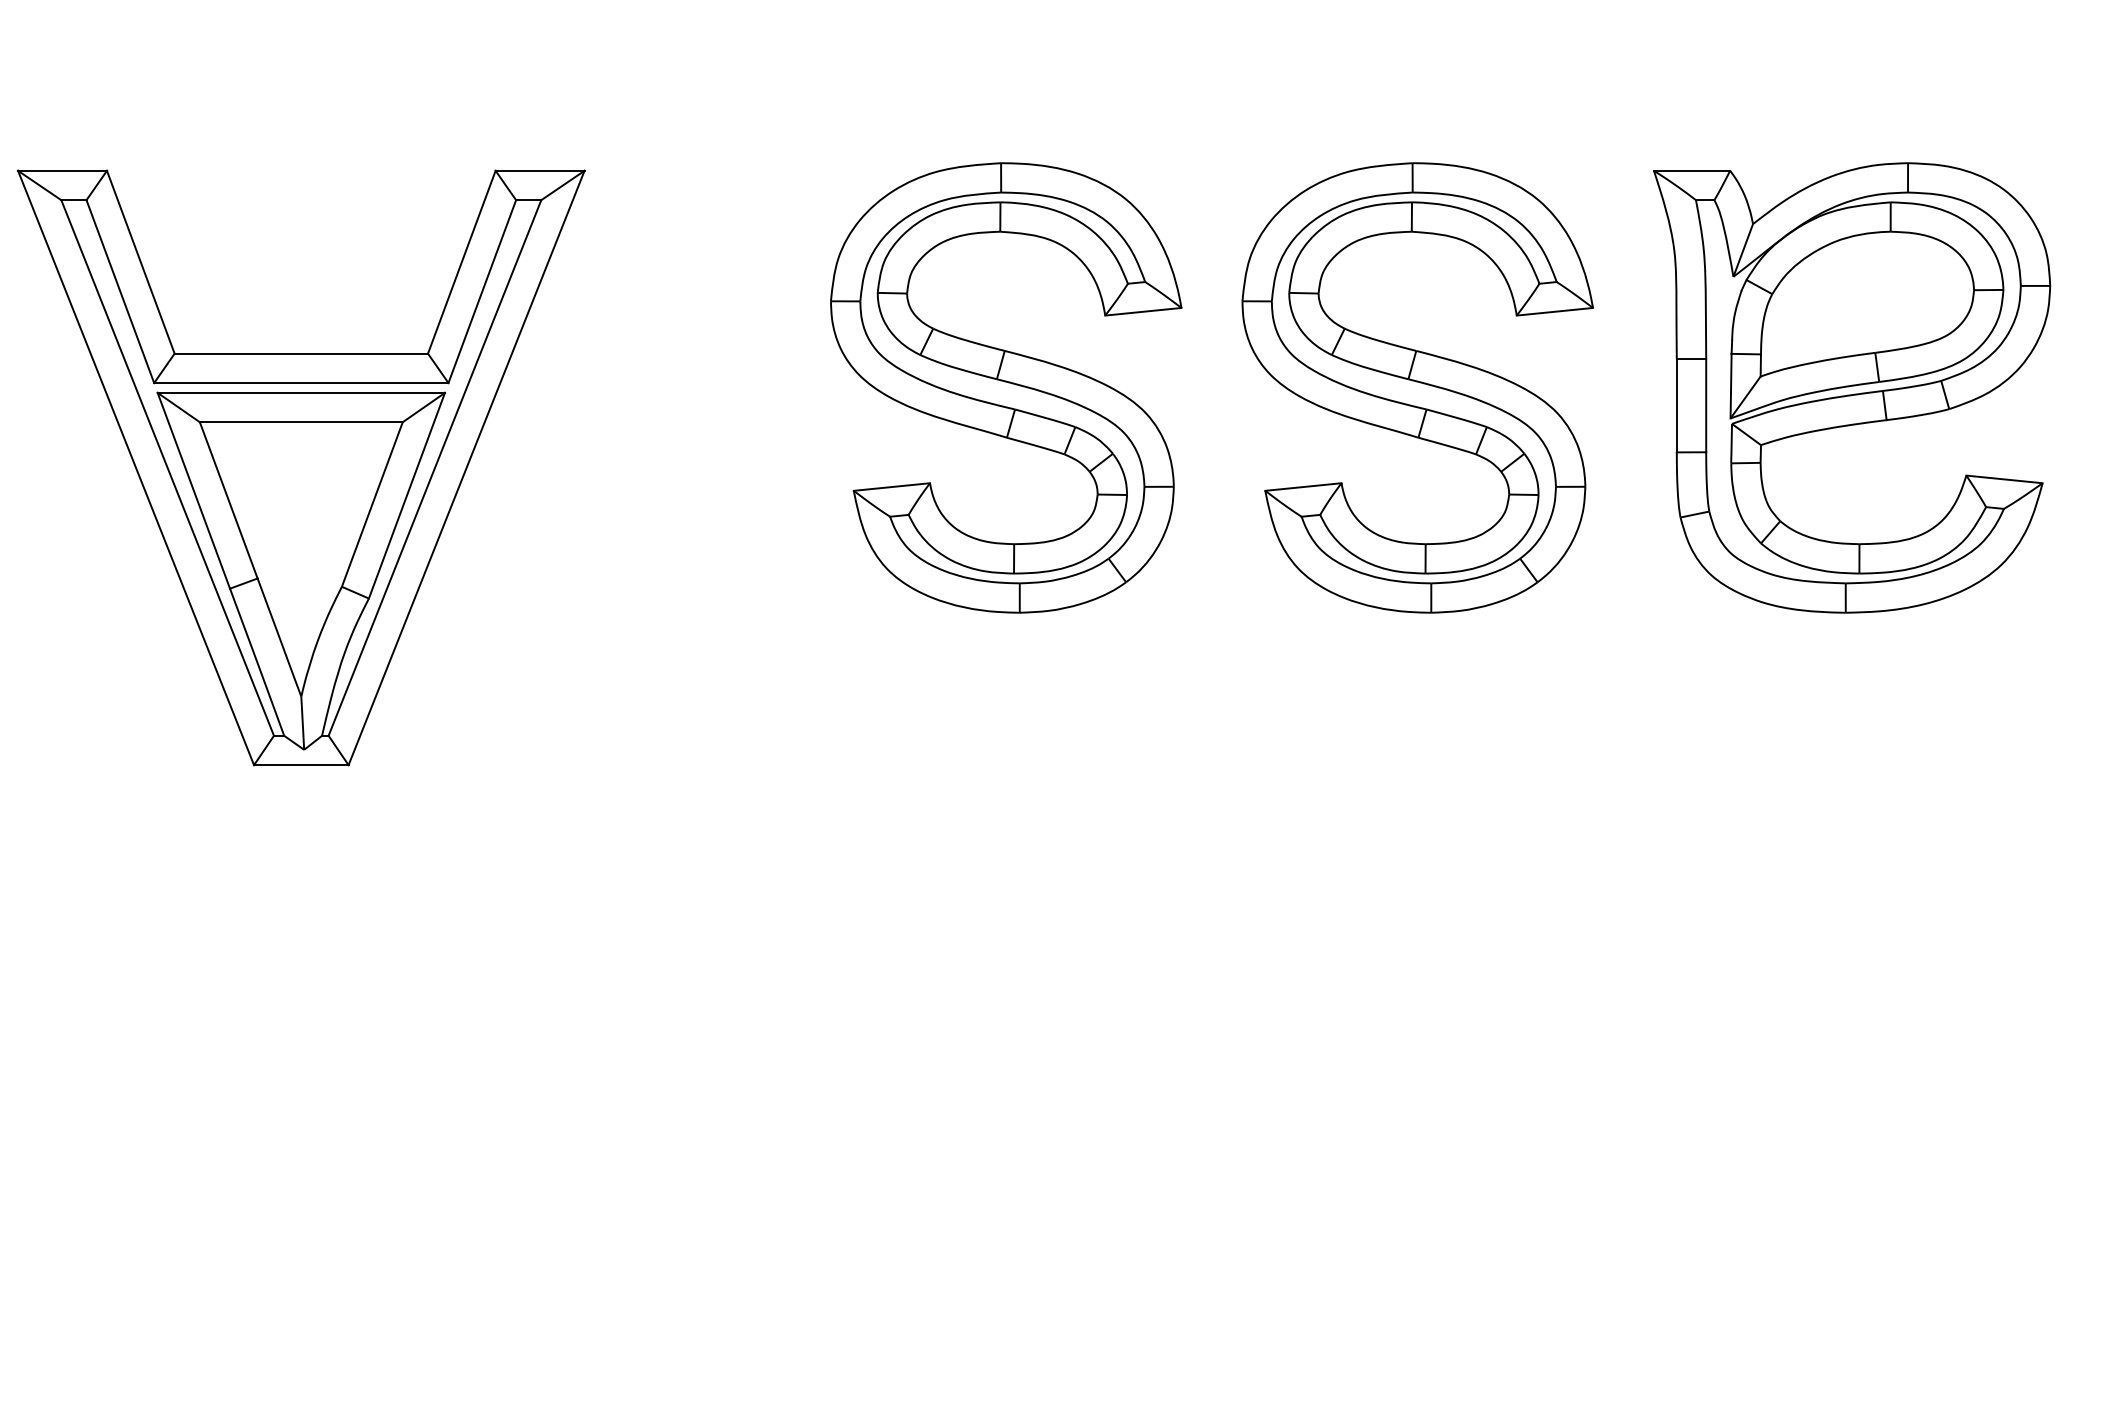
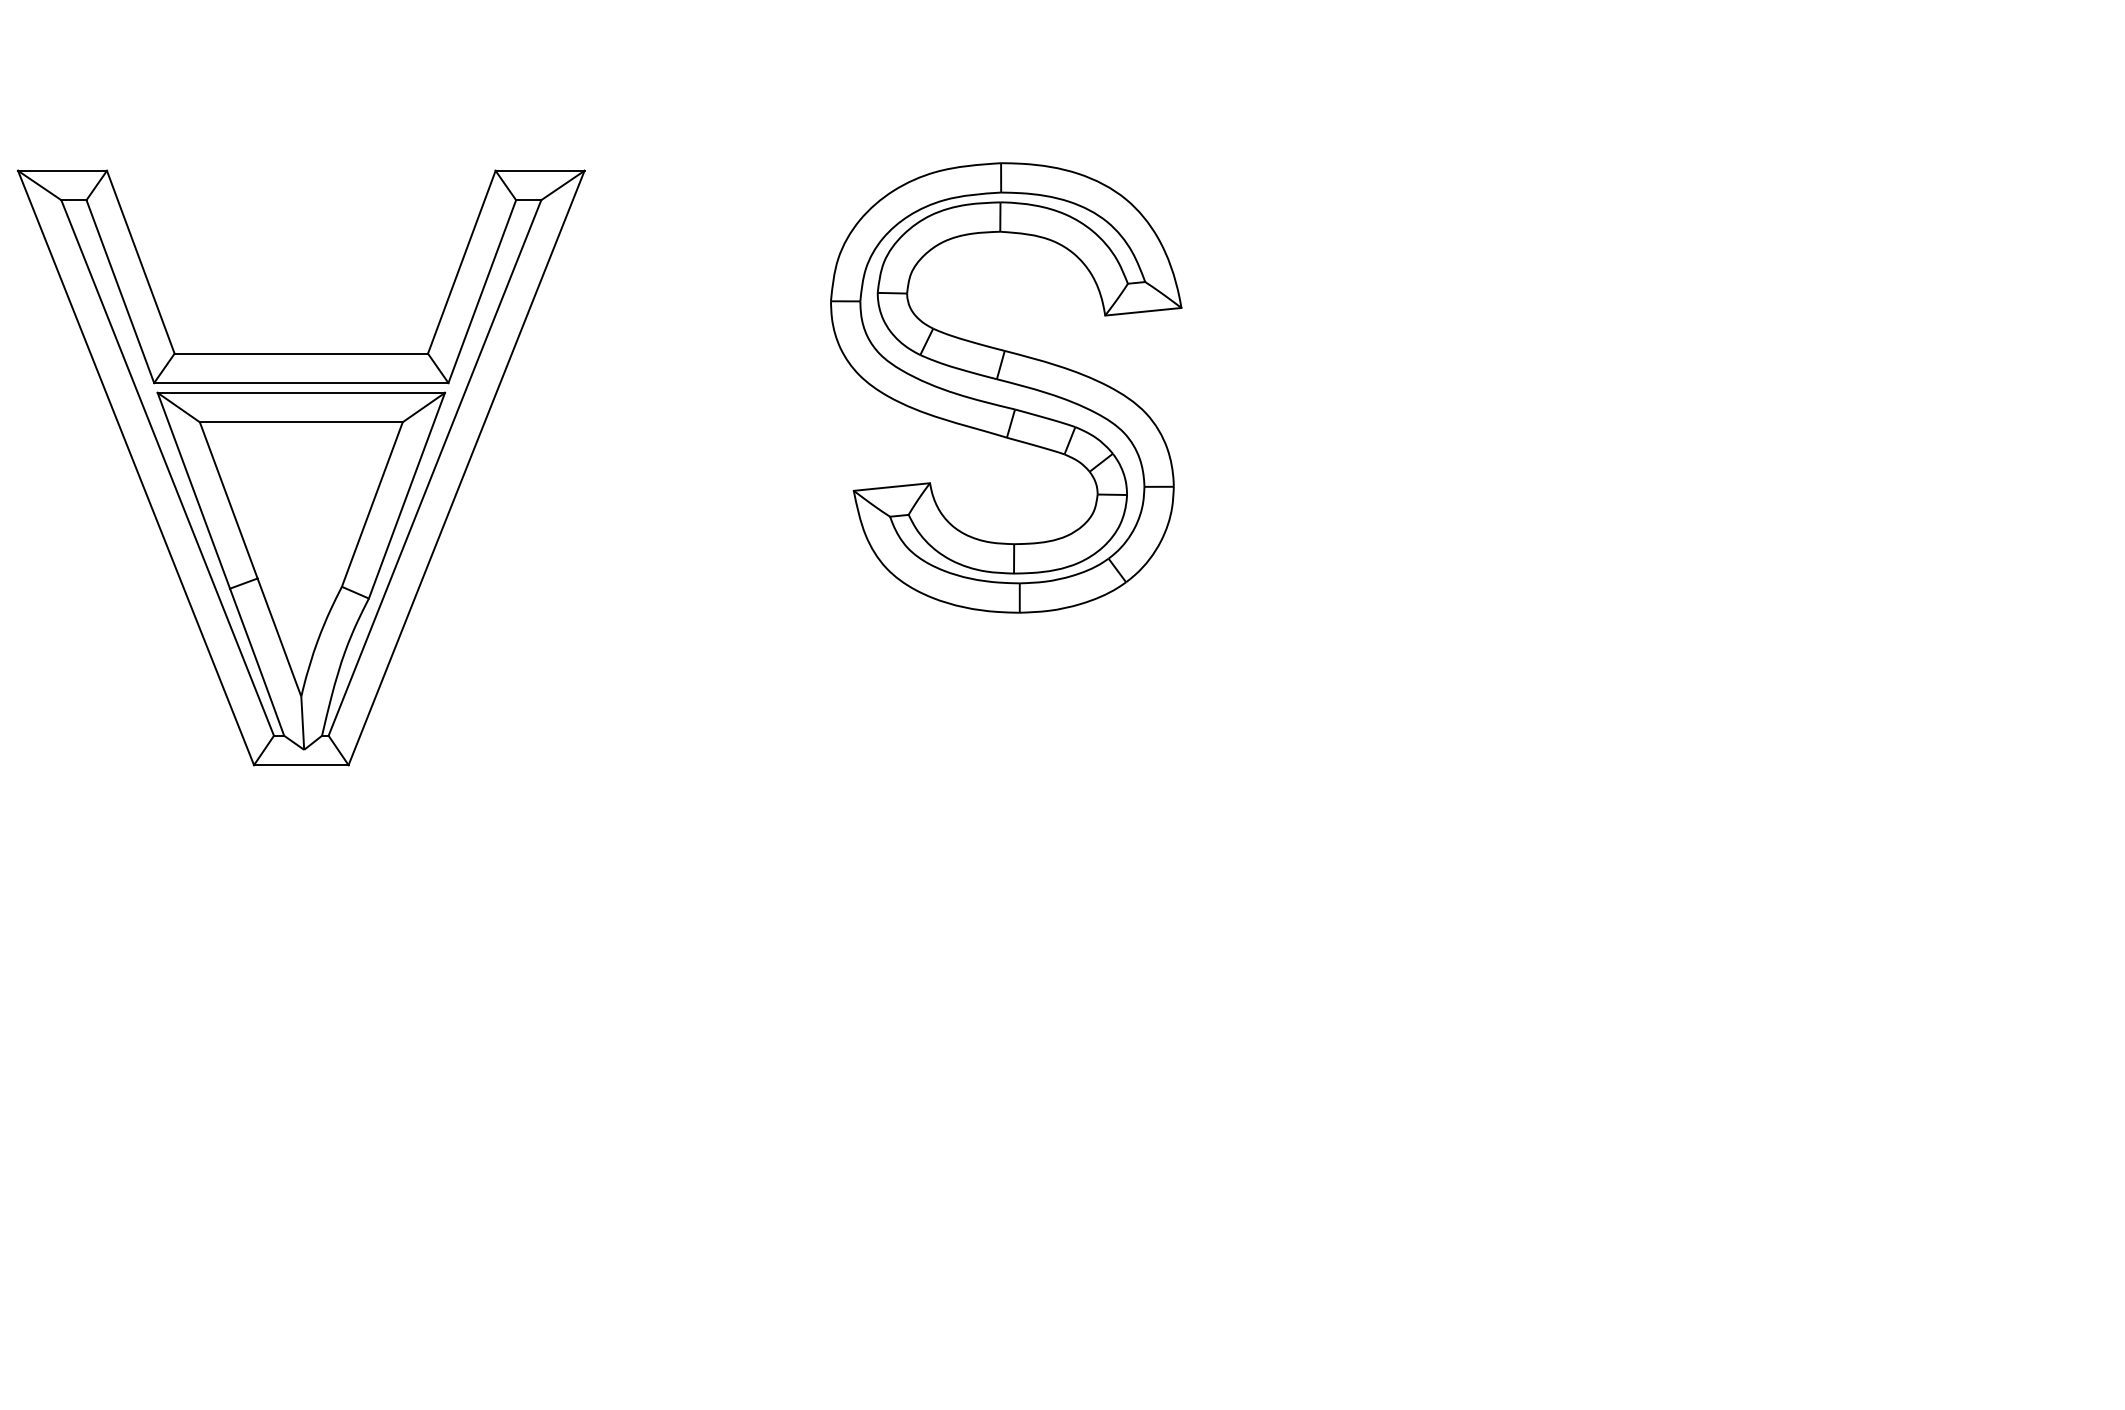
part at (1417, 387): present -> none
part at (1852, 387): present -> none
